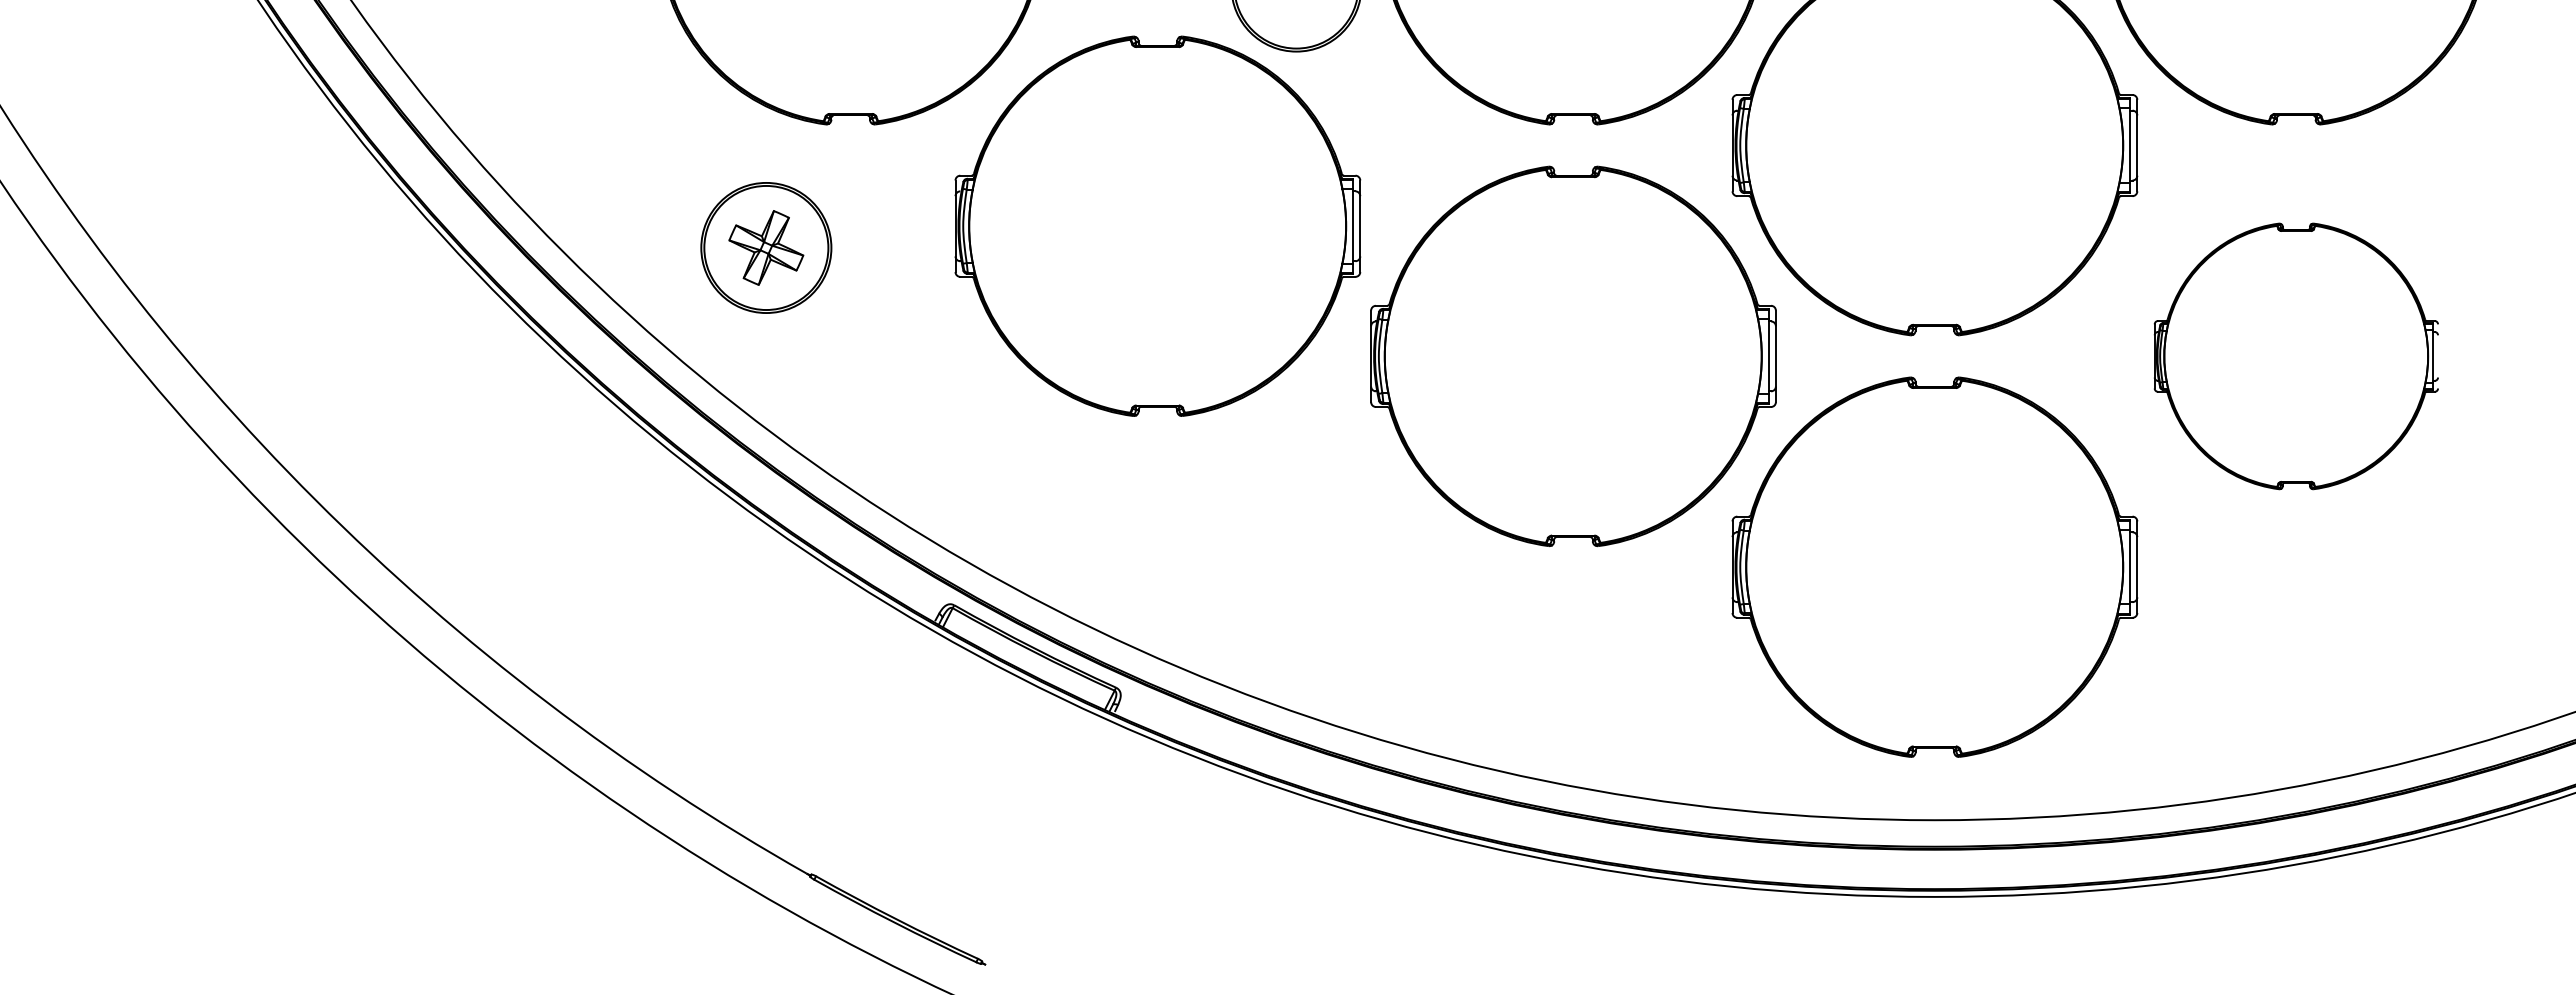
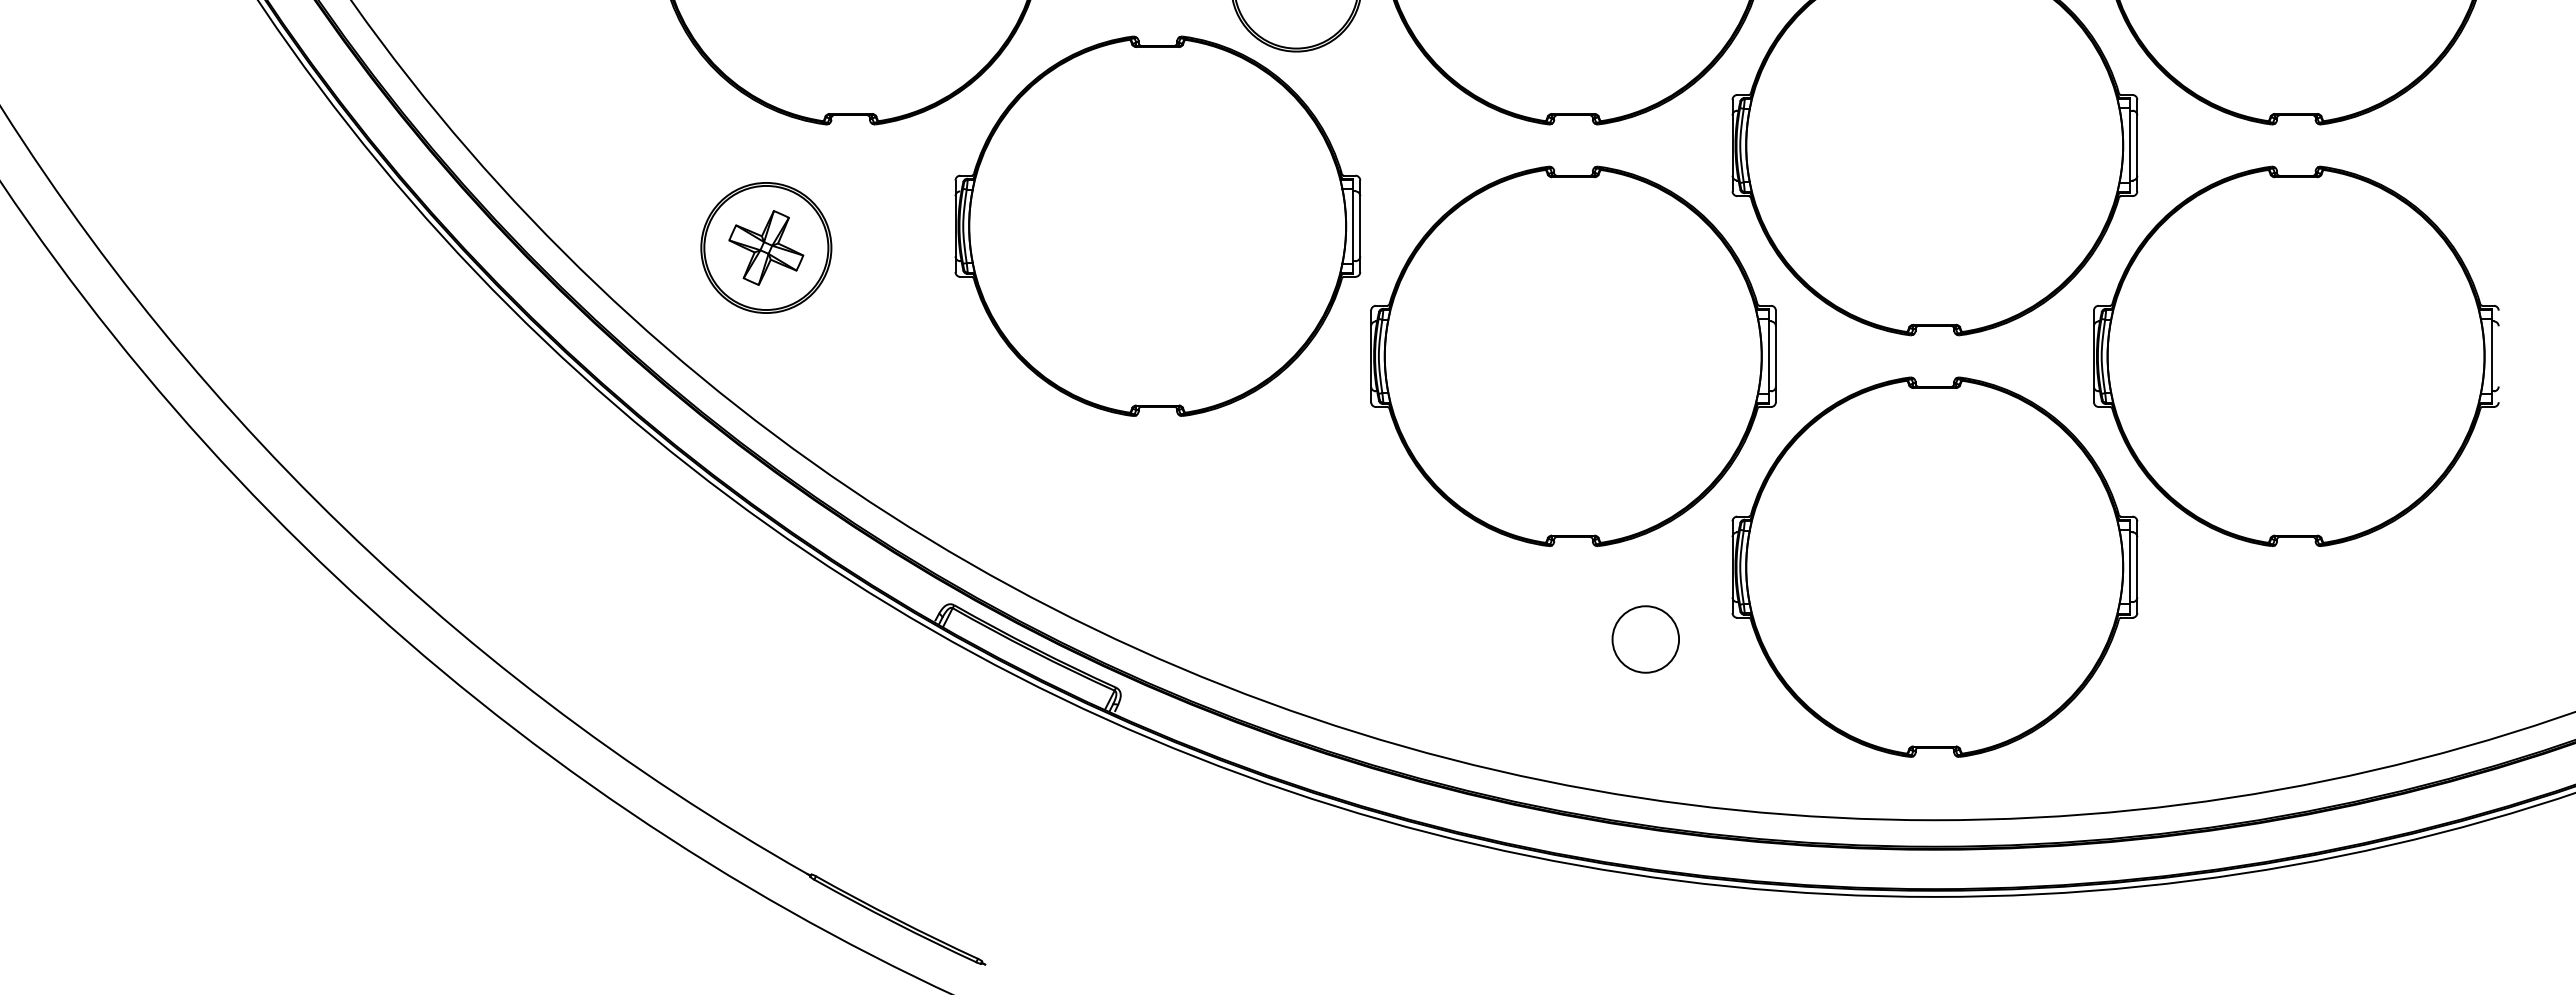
part at (2295, 356) size: 286x269 px -> 407x383 px
circle at (1645, 639): none -> present
